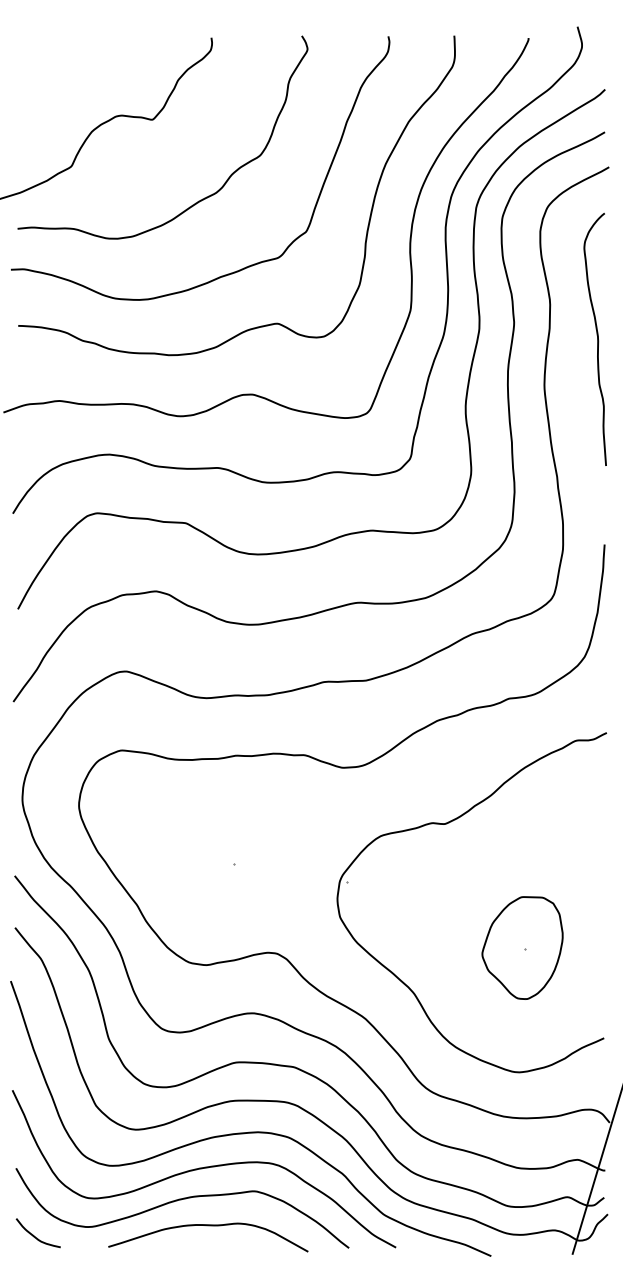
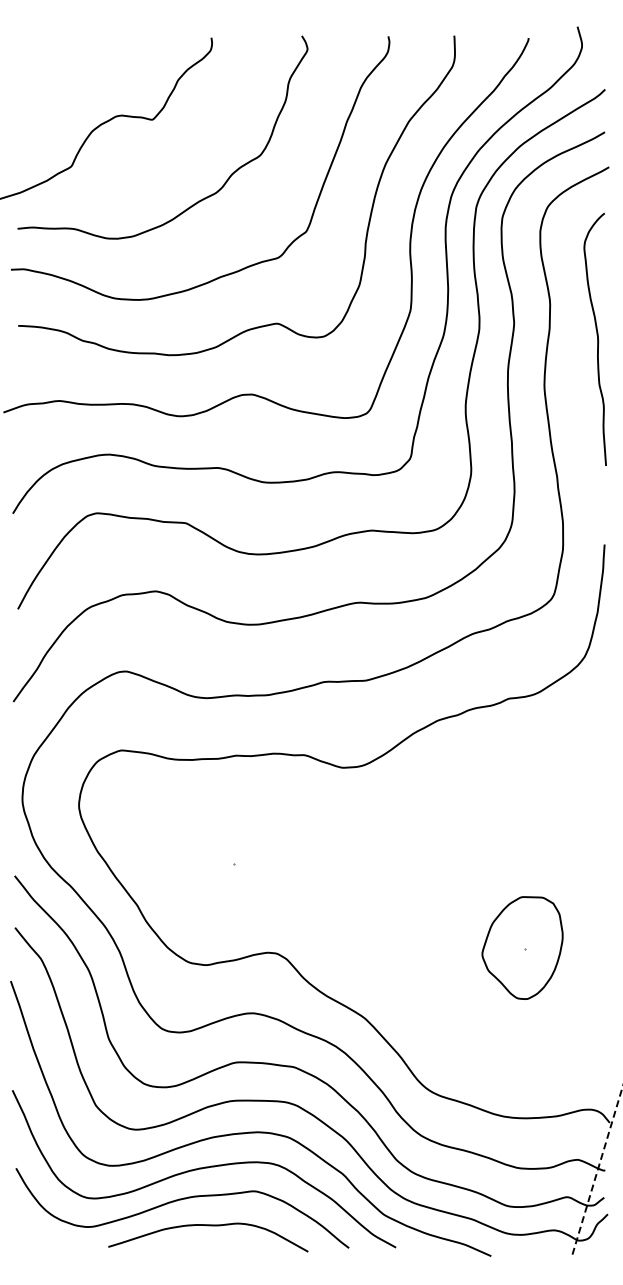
part at (446, 824): present -> none
line at (597, 1170): solid -> dashed
curve at (34, 1235): present -> none
